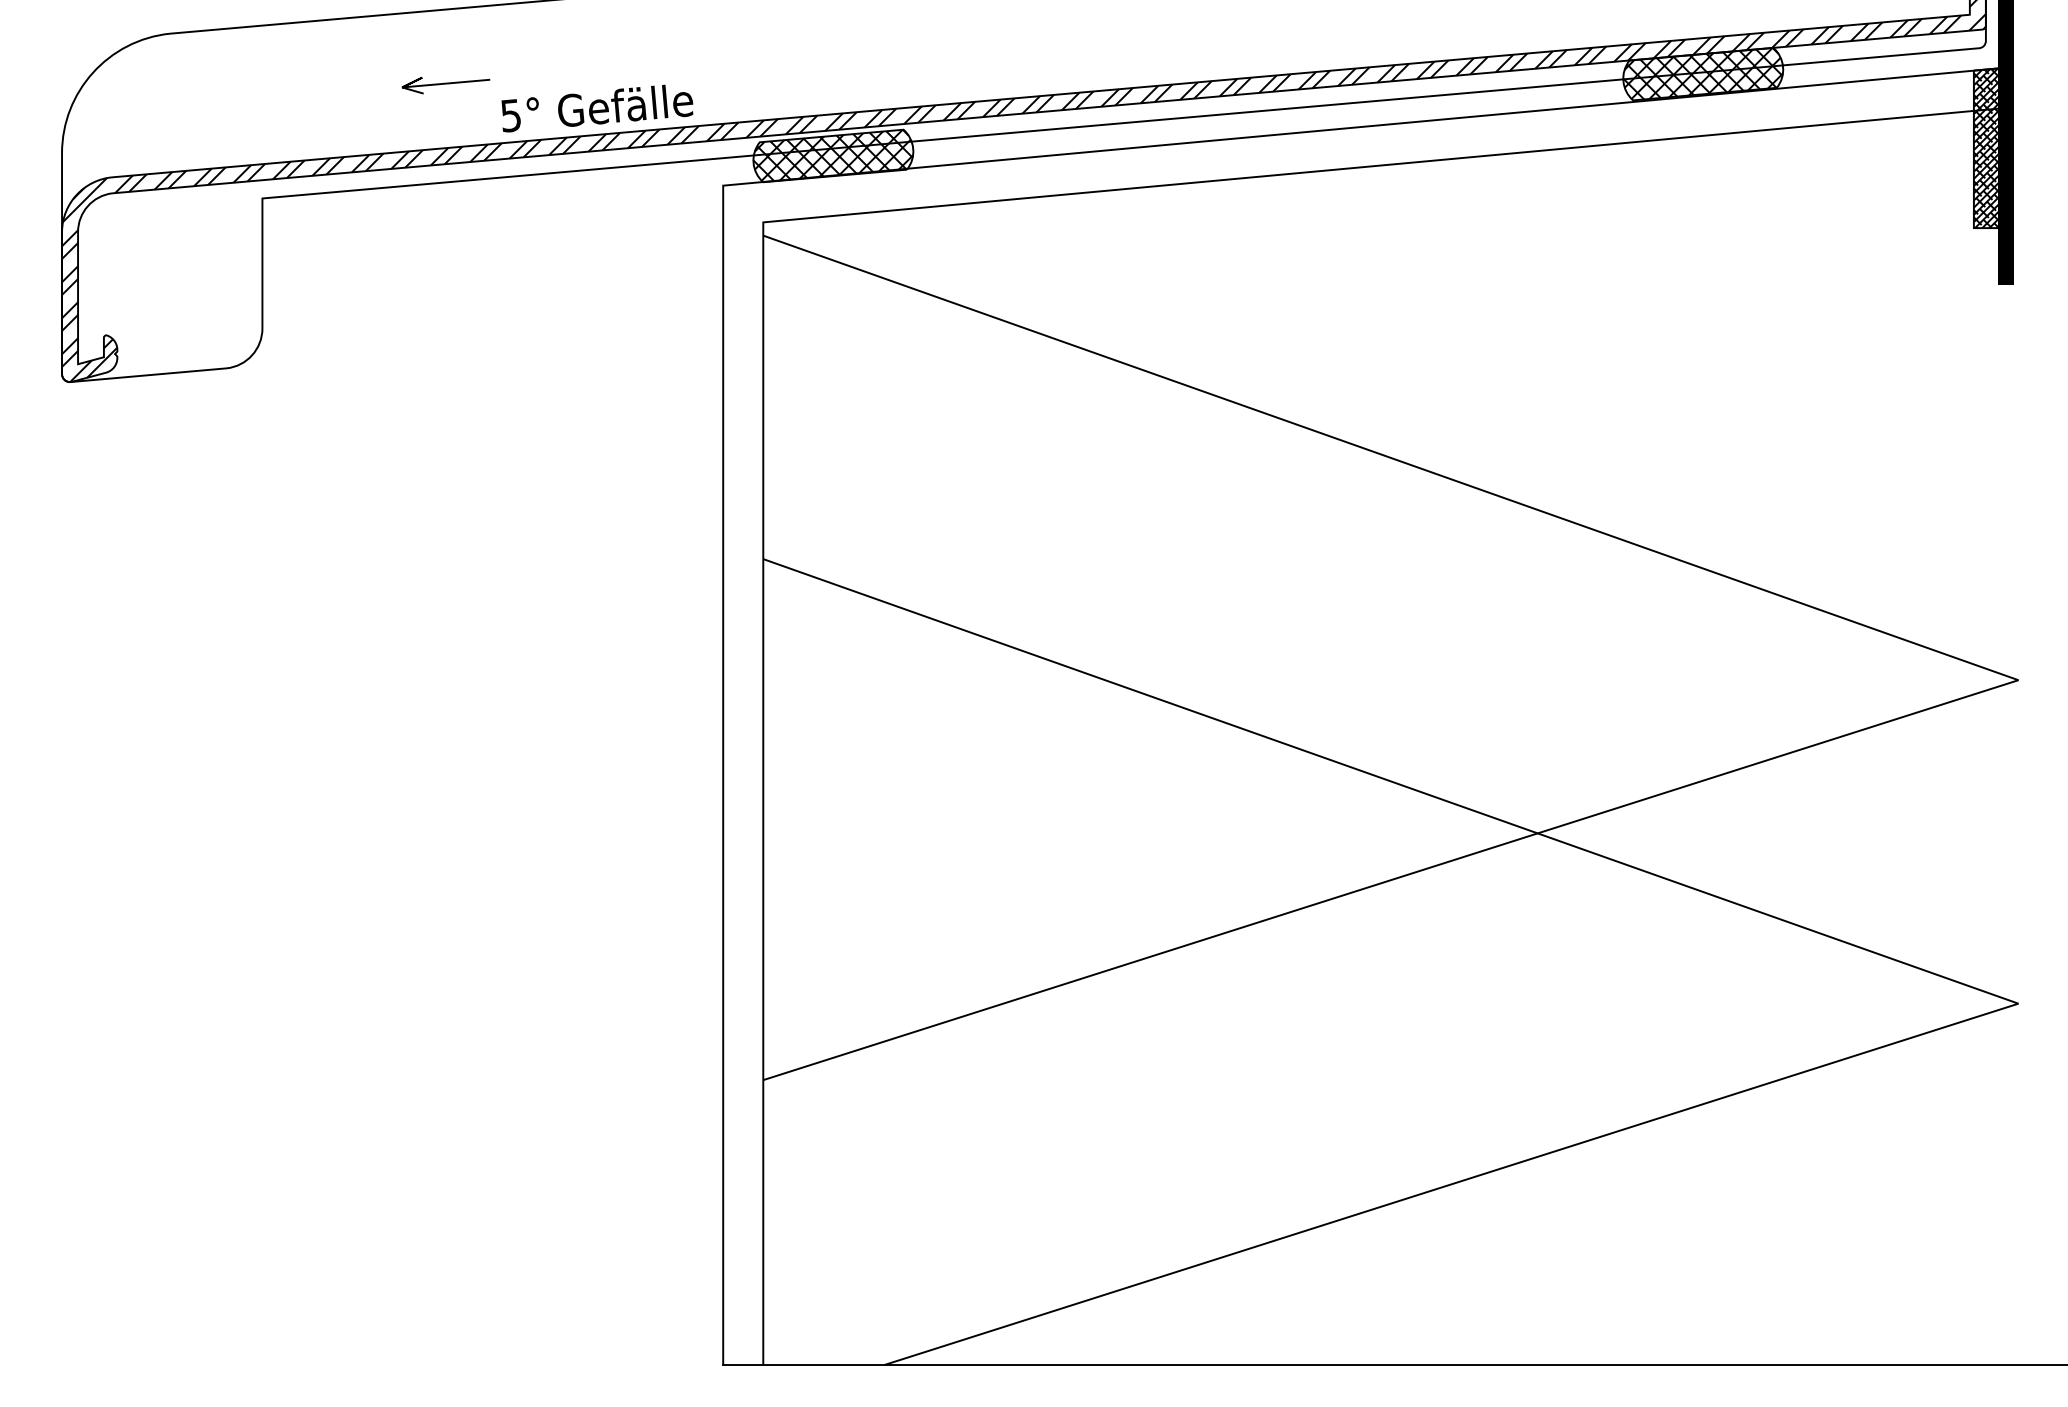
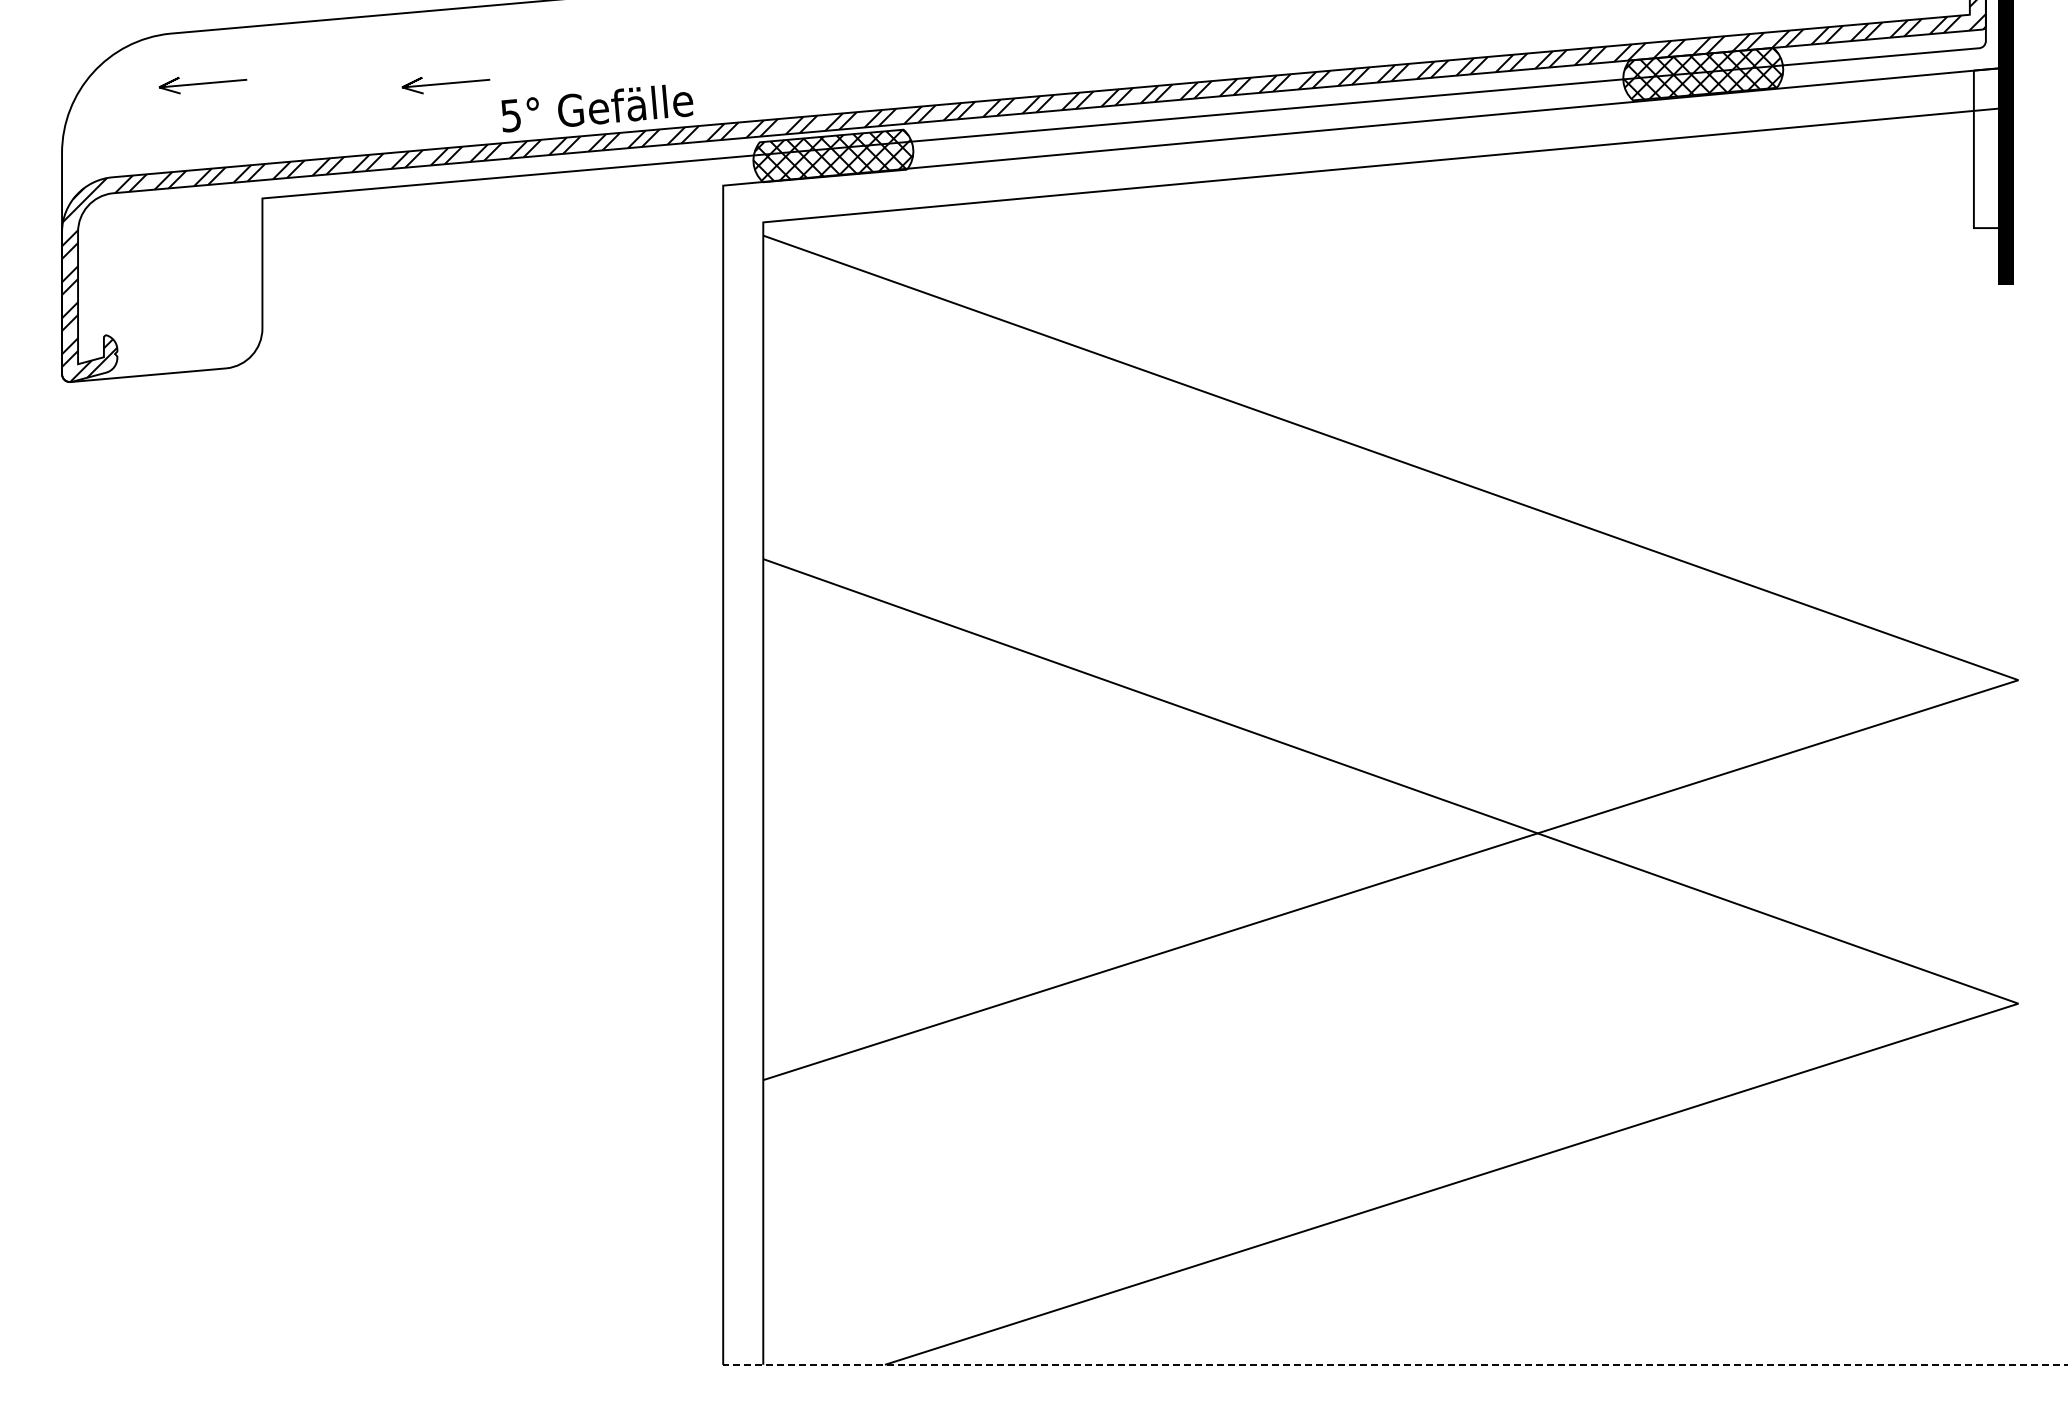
line at (202, 84): none -> present
hatch at (1989, 147): present -> none
line at (1394, 1364): solid -> dashed
